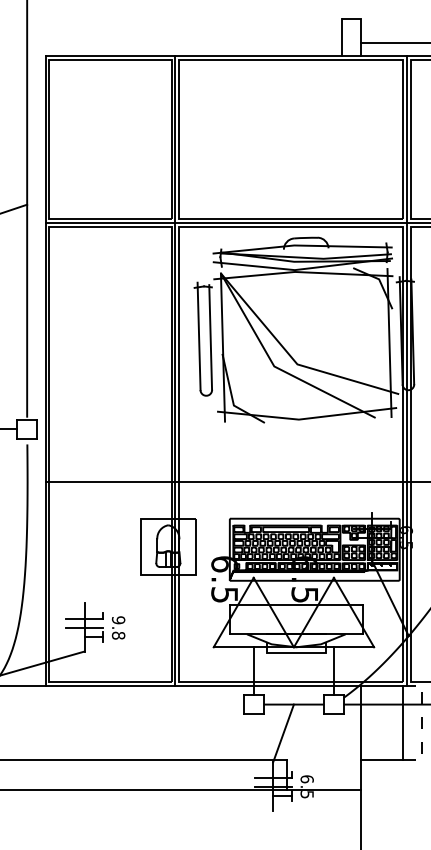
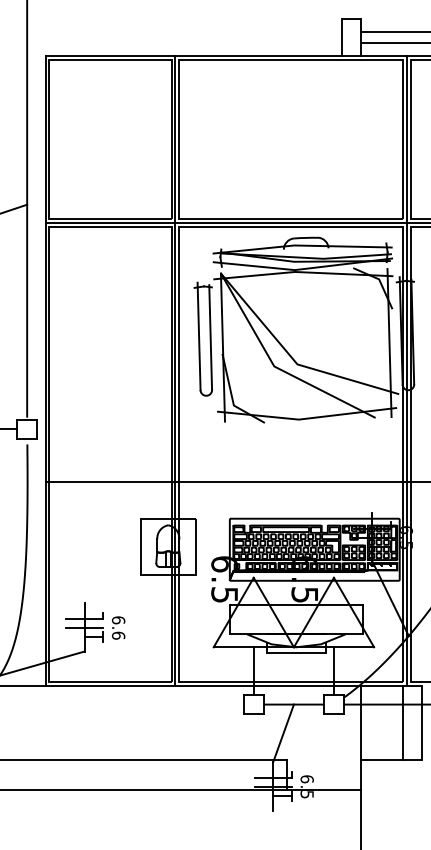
line at (393, 32): none -> present
text at (118, 627): 9.8 -> 6.6
line at (421, 722): dashed -> solid
